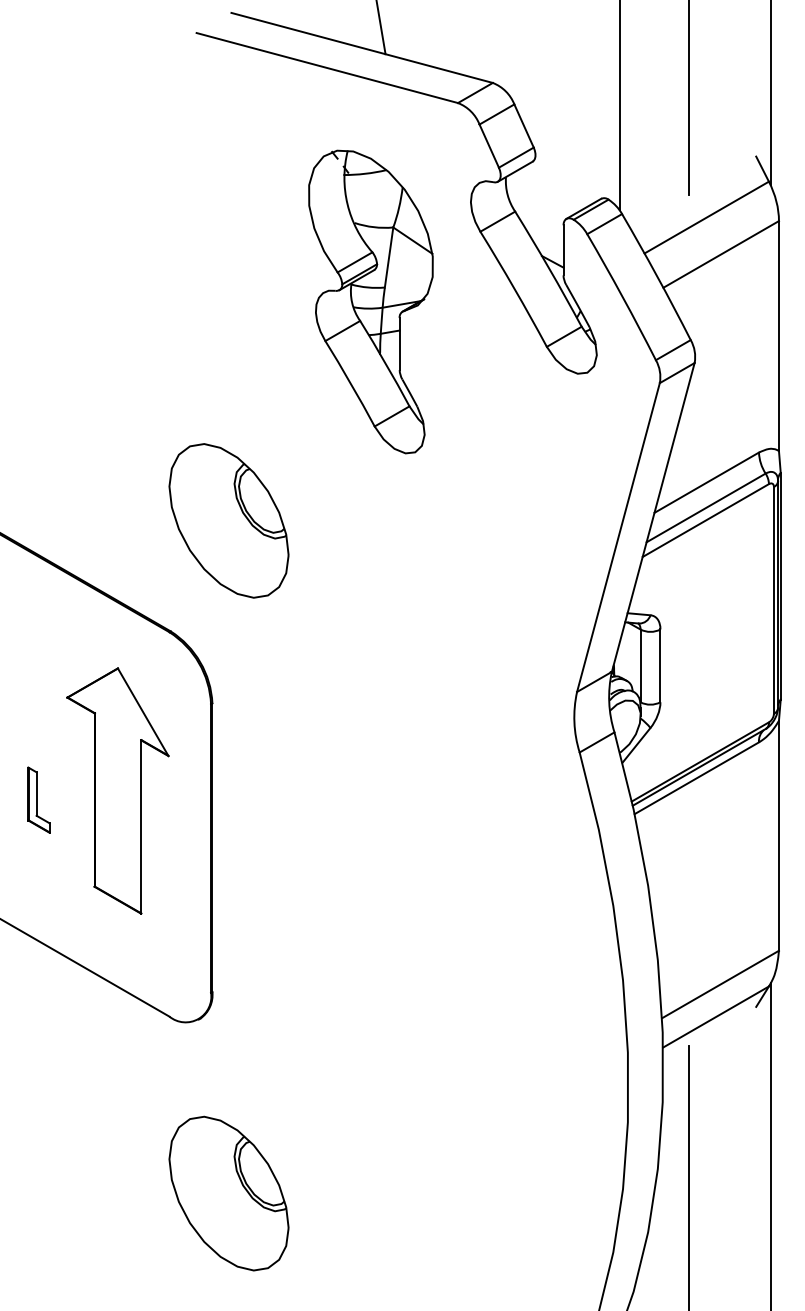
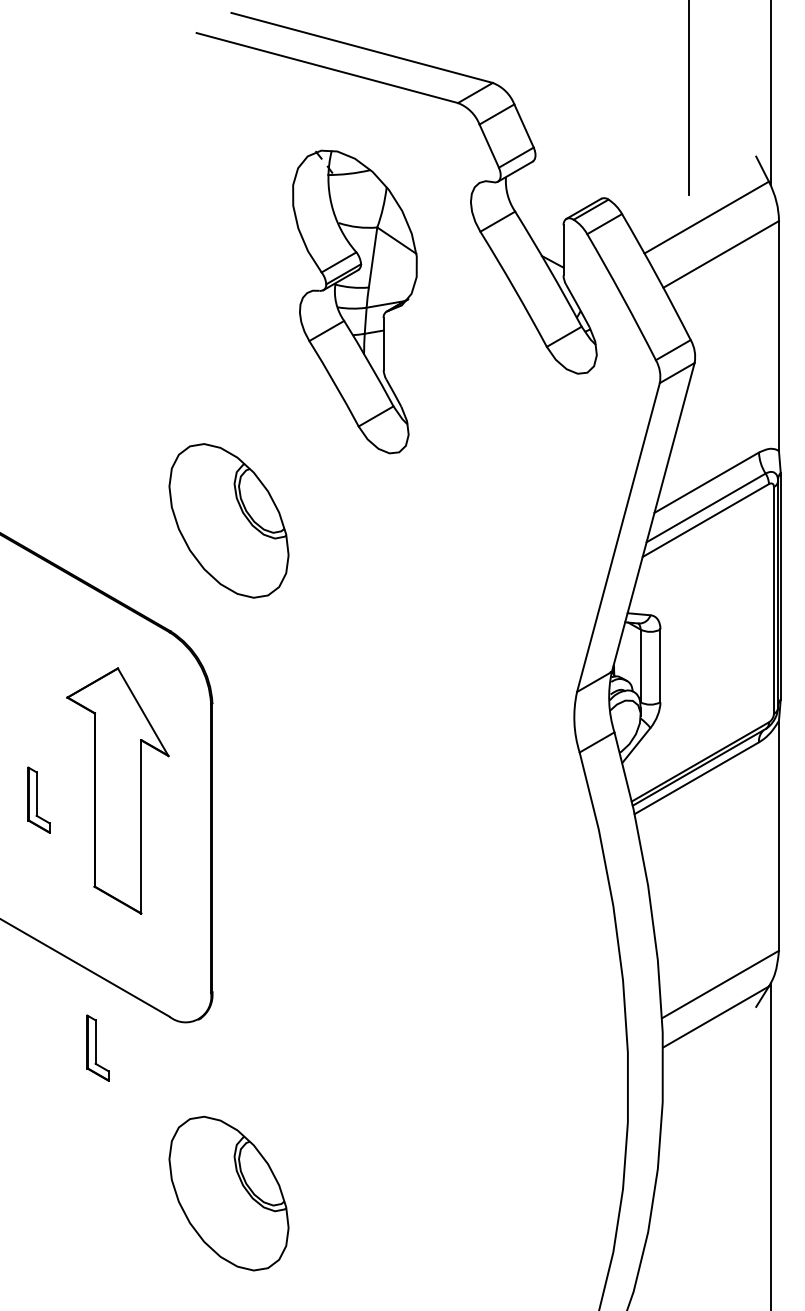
line at (380, 28): present -> none
line at (619, 106): present -> none
part at (370, 301) position: (370, 301) -> (354, 301)
part at (97, 1047): none -> present
line at (689, 1176): present -> none
